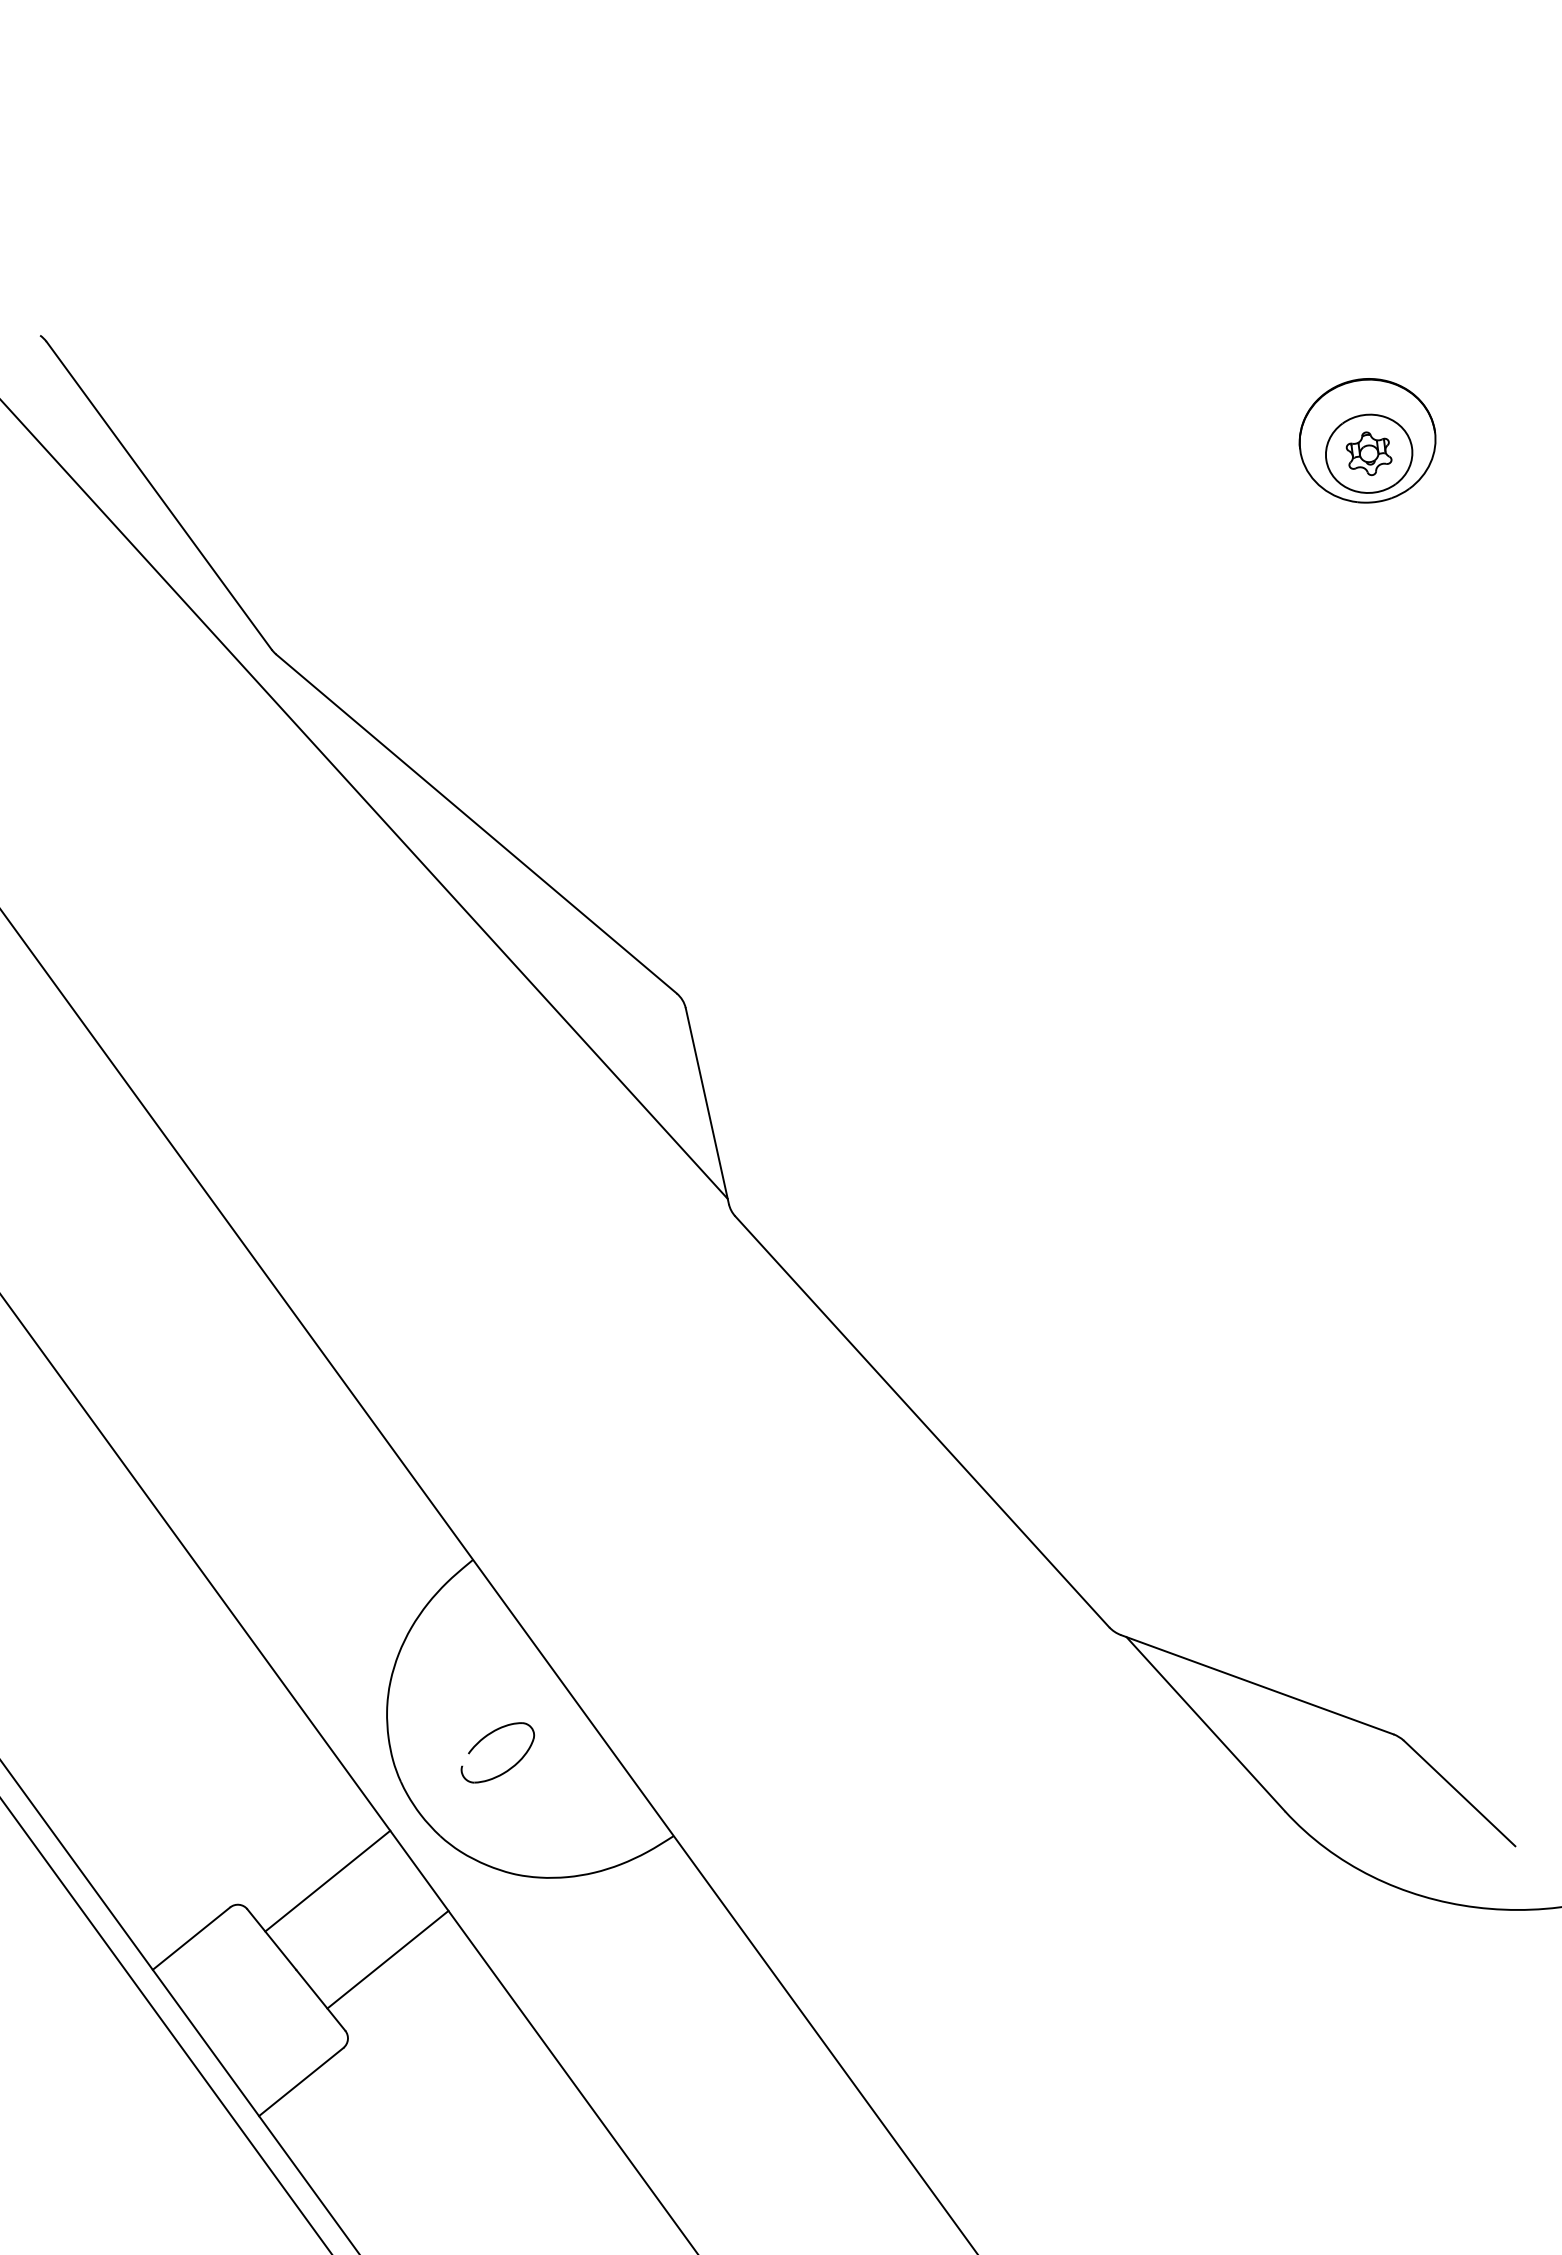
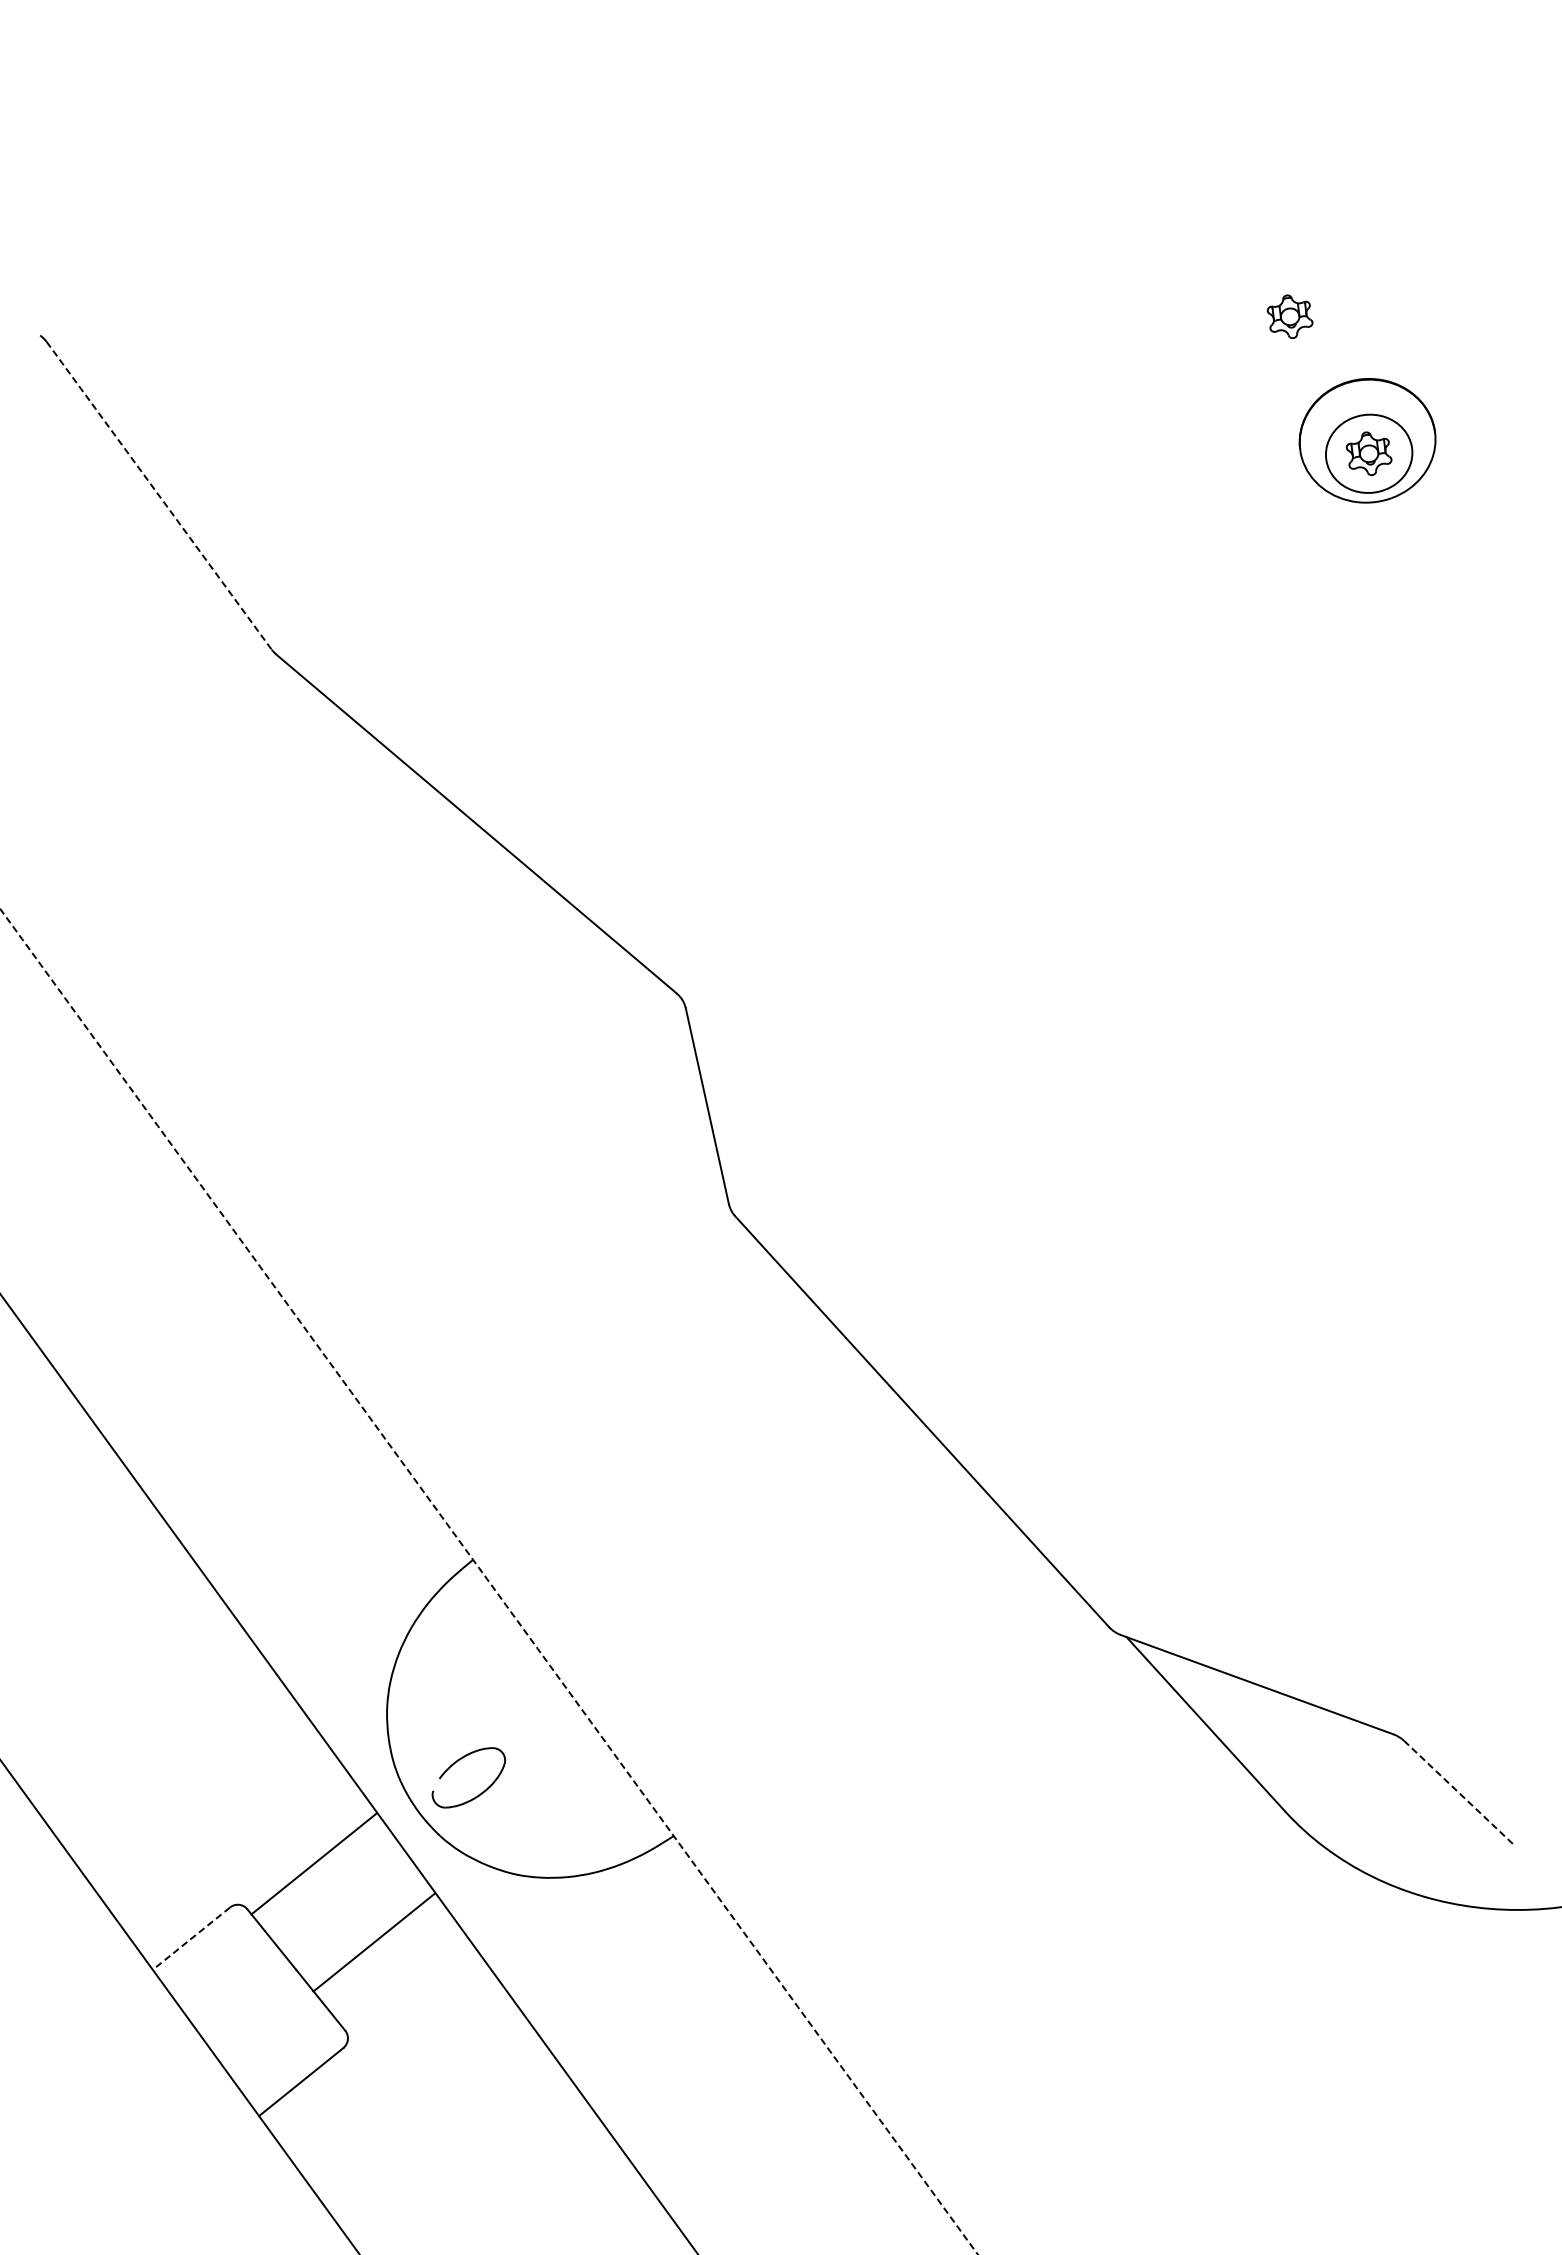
part at (1289, 316): none -> present
line at (159, 495): solid -> dashed
line at (364, 799): present -> none
line at (489, 1581): solid -> dashed
part at (486, 1737) position: (486, 1737) -> (457, 1762)
line at (1459, 1793): solid -> dashed
line at (327, 1880) position: (327, 1880) -> (313, 1863)
line at (191, 1938): solid -> dashed
line at (387, 1959) position: (387, 1959) -> (373, 1942)
line at (166, 2025): present -> none
